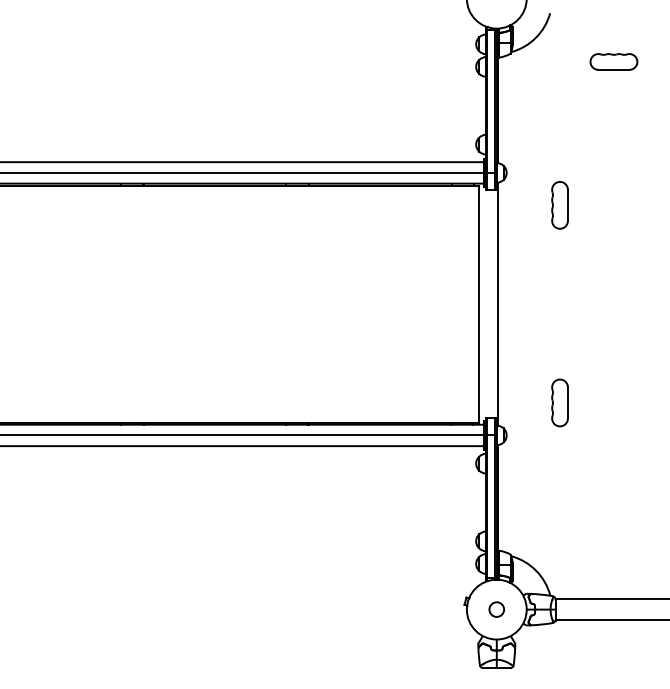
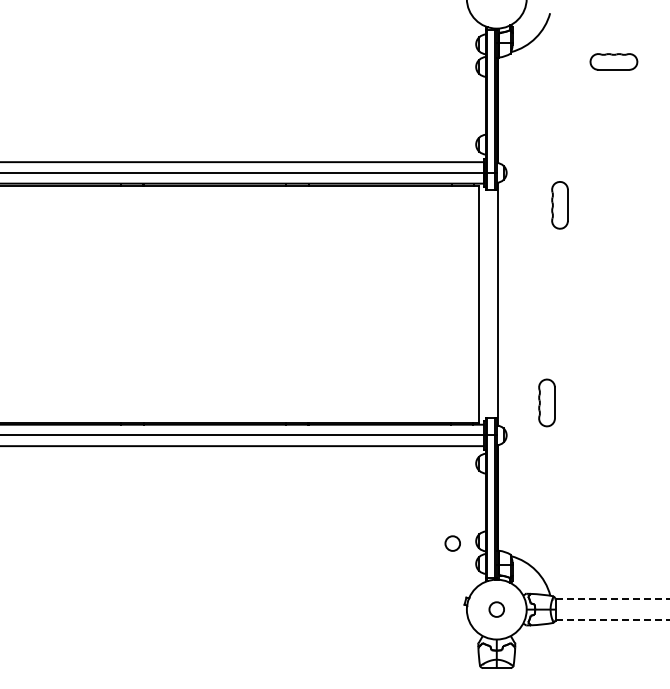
part at (559, 402) position: (559, 402) -> (546, 402)
circle at (452, 543): none -> present
line at (612, 598): solid -> dashed
line at (612, 620): solid -> dashed
